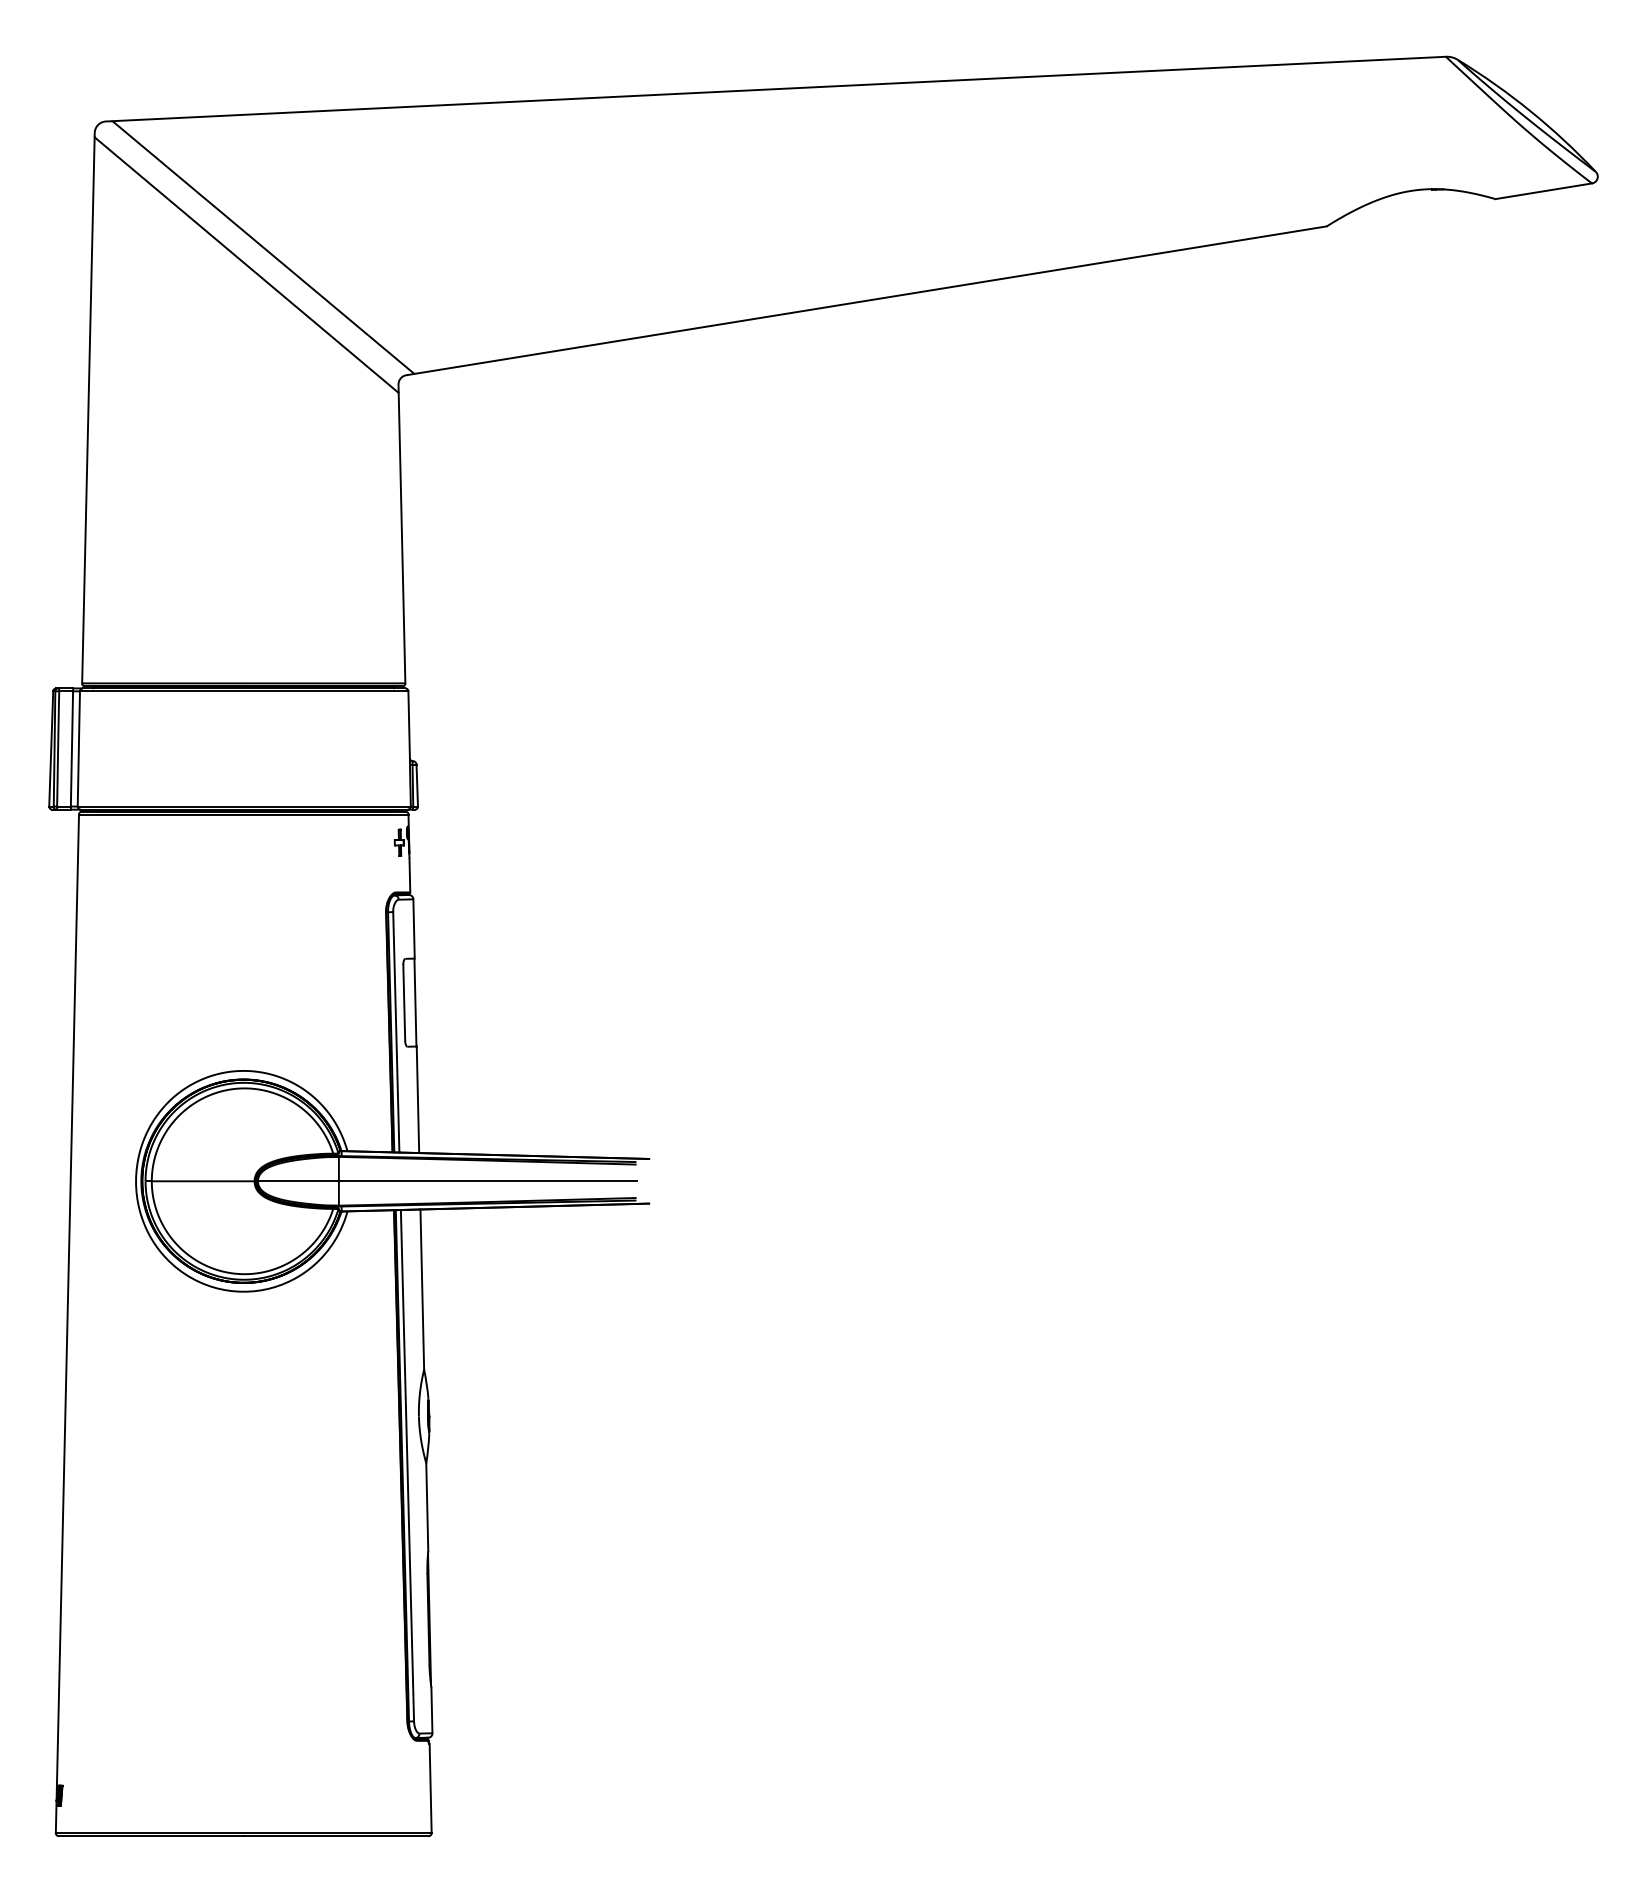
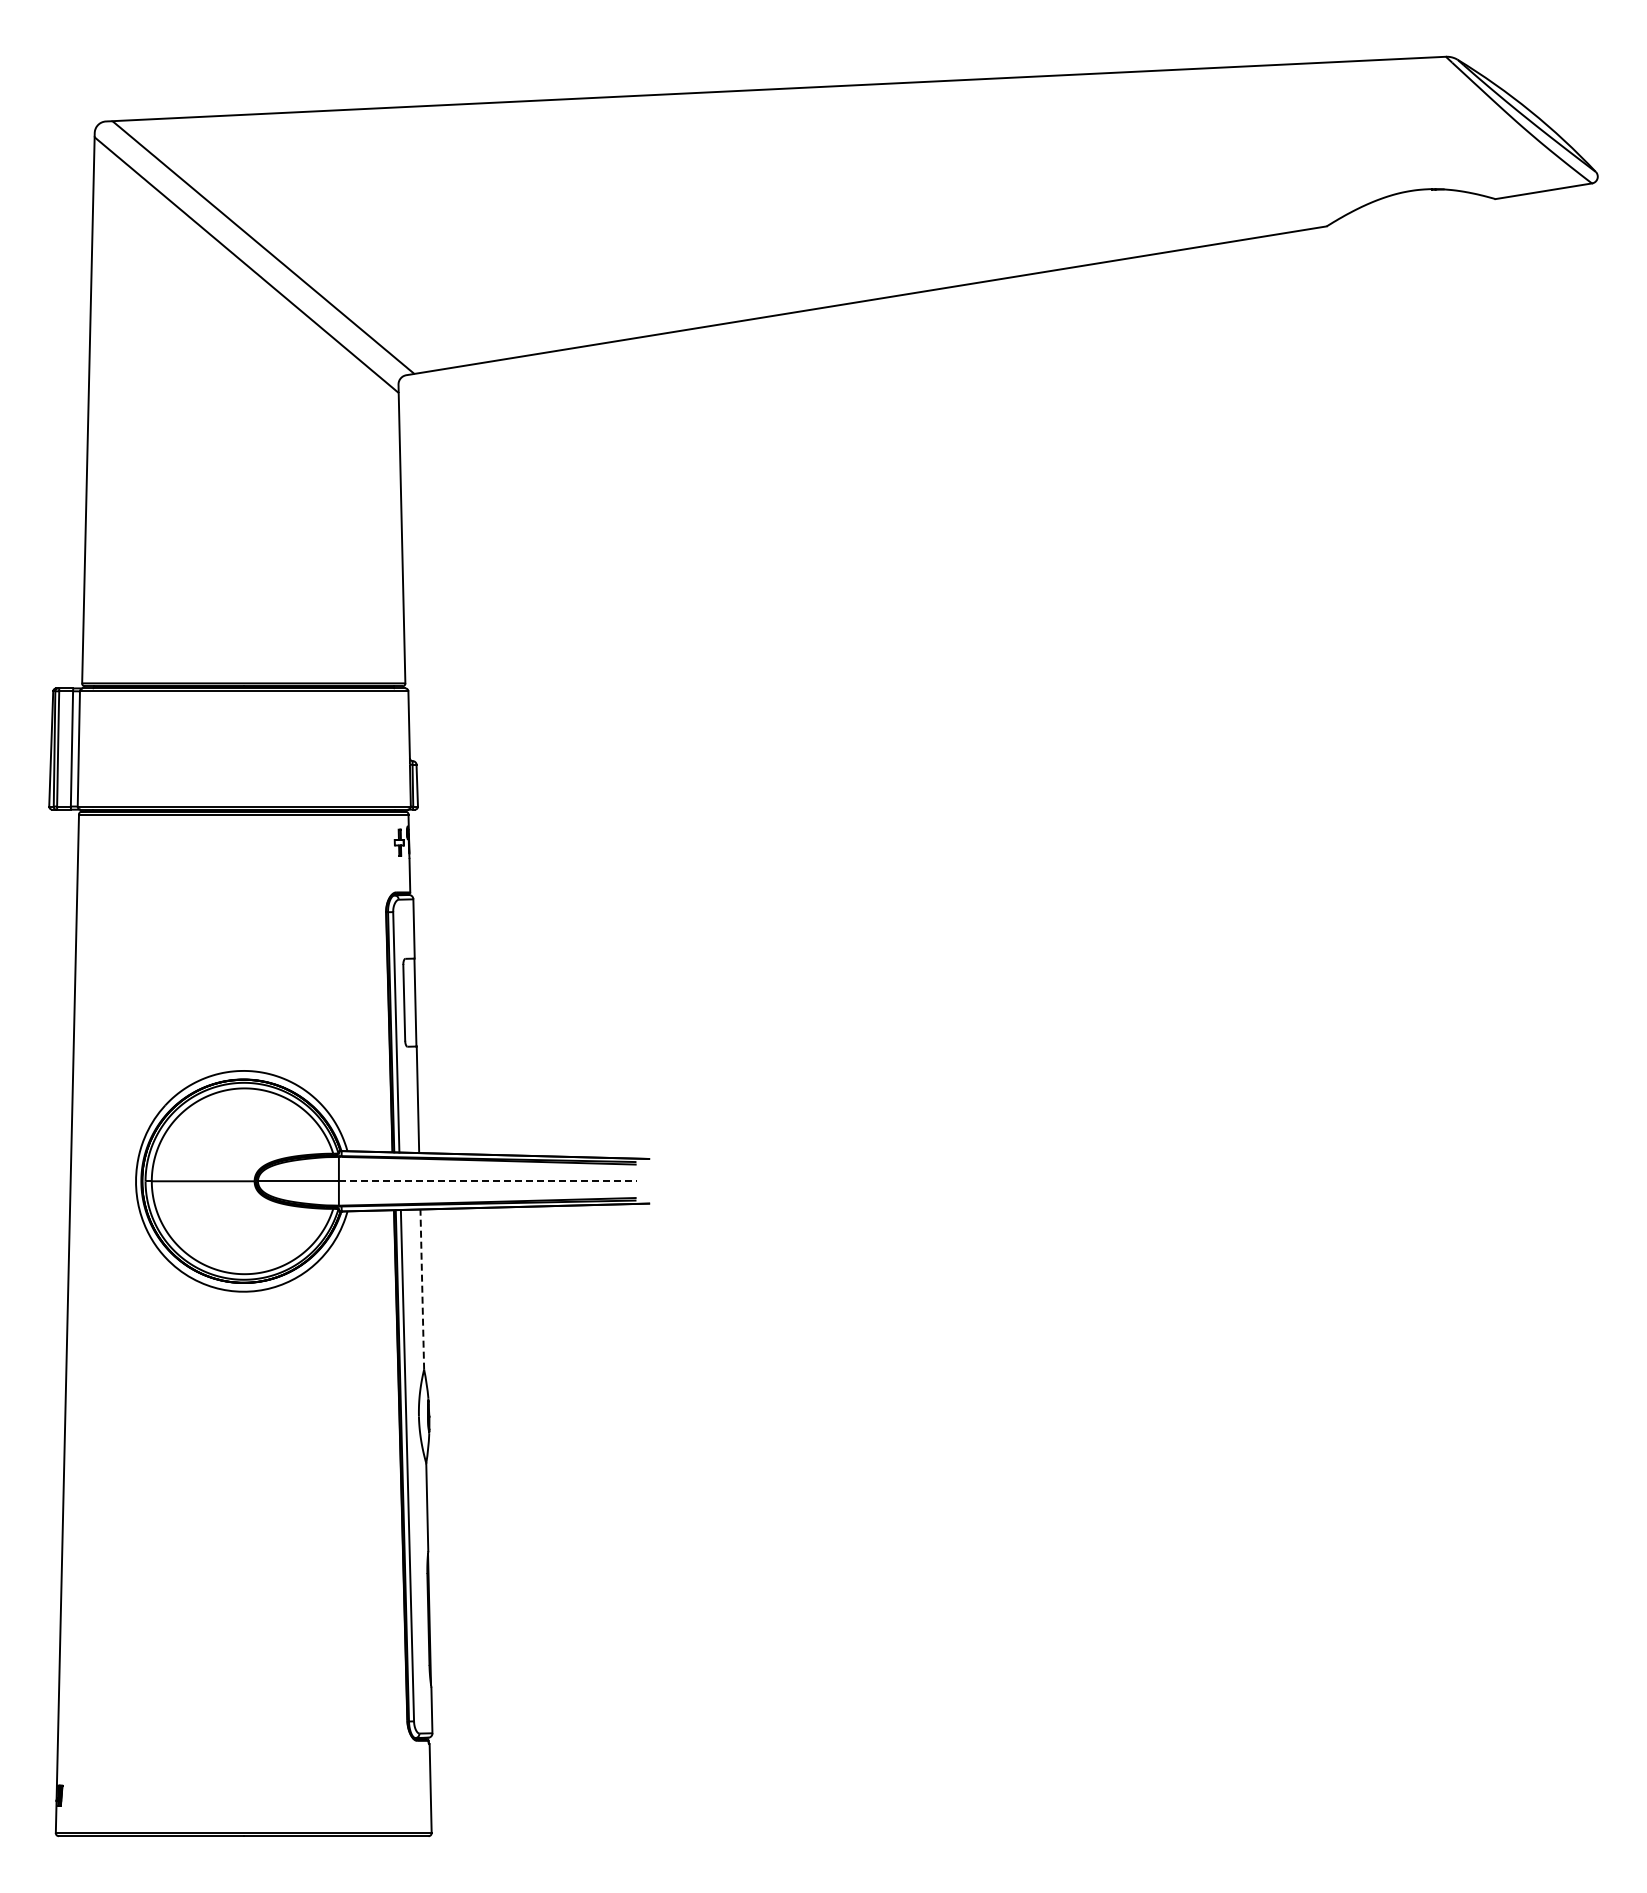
line at (488, 1181): solid -> dashed
line at (422, 1289): solid -> dashed
